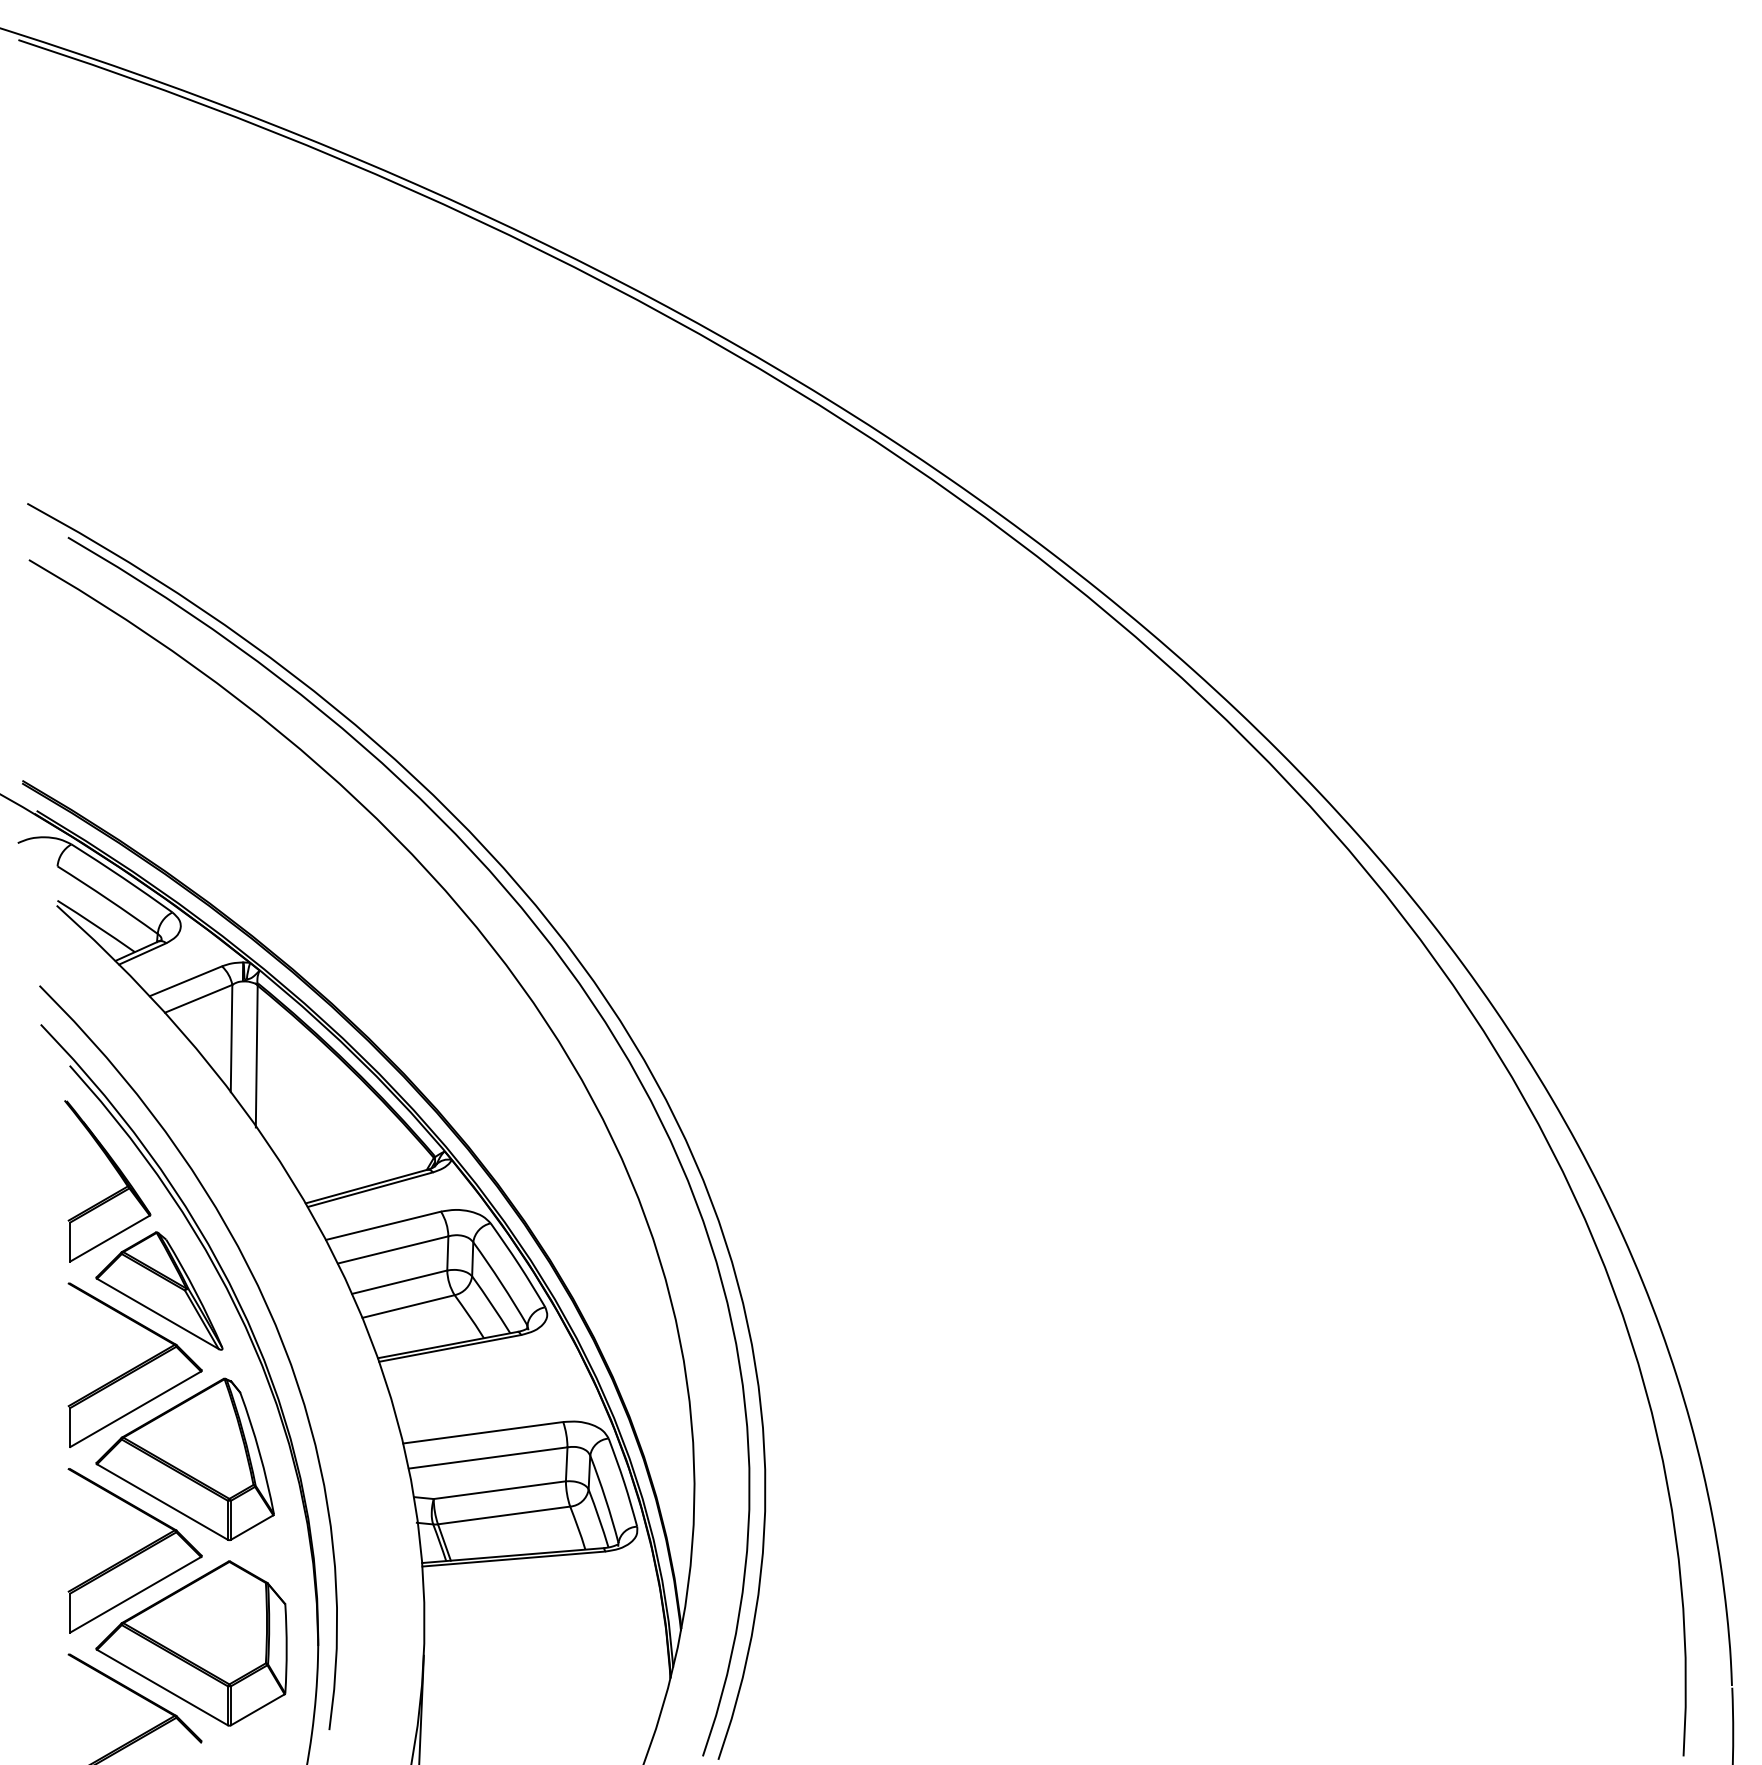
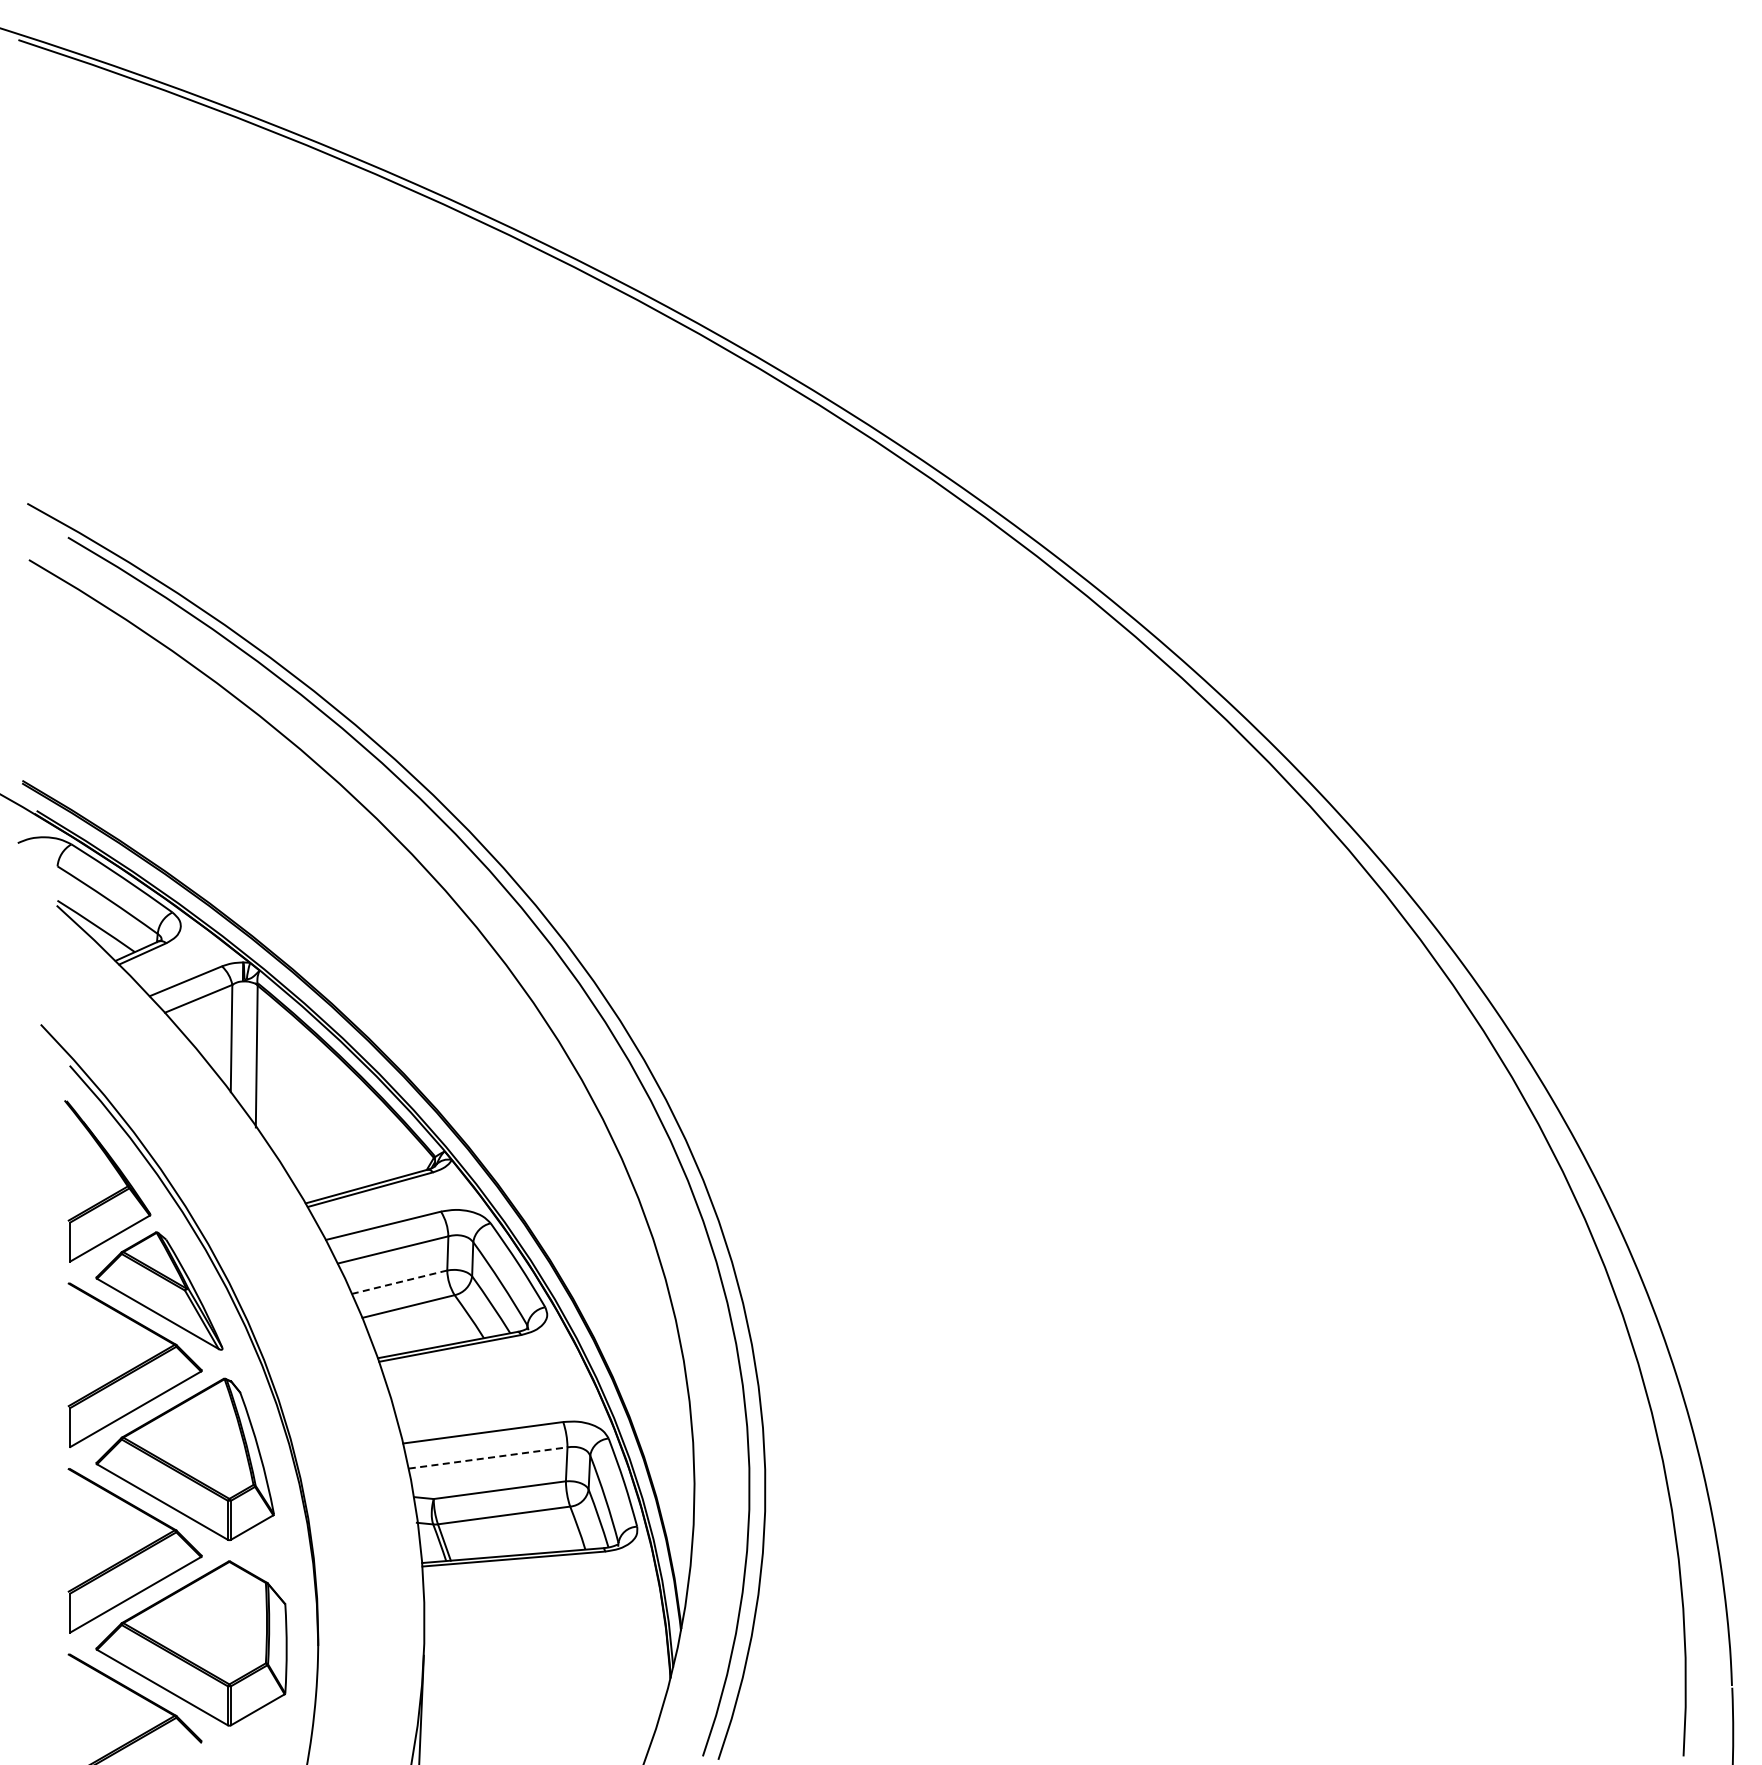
line at (399, 1282): solid -> dashed
curve at (270, 1316): present -> none
line at (488, 1457): solid -> dashed
